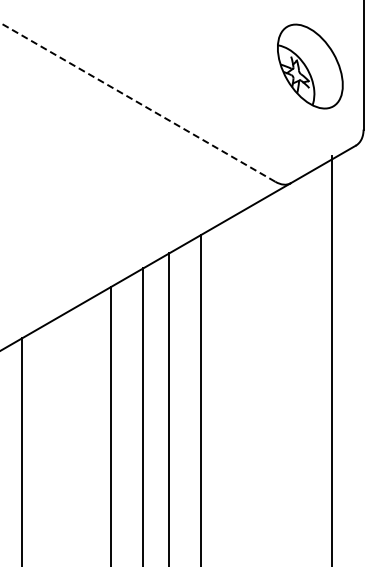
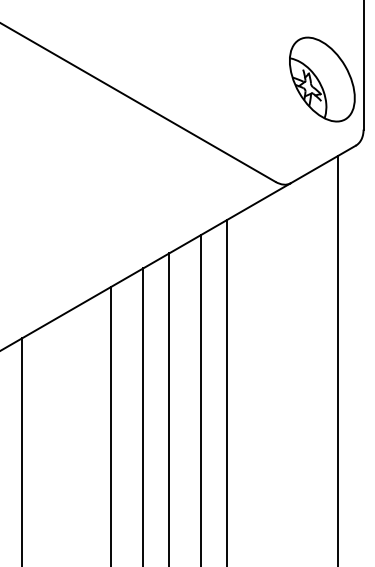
part at (310, 66) position: (310, 66) -> (322, 79)
line at (137, 102): dashed -> solid
line at (332, 359) position: (332, 359) -> (338, 359)
line at (226, 391): none -> present
